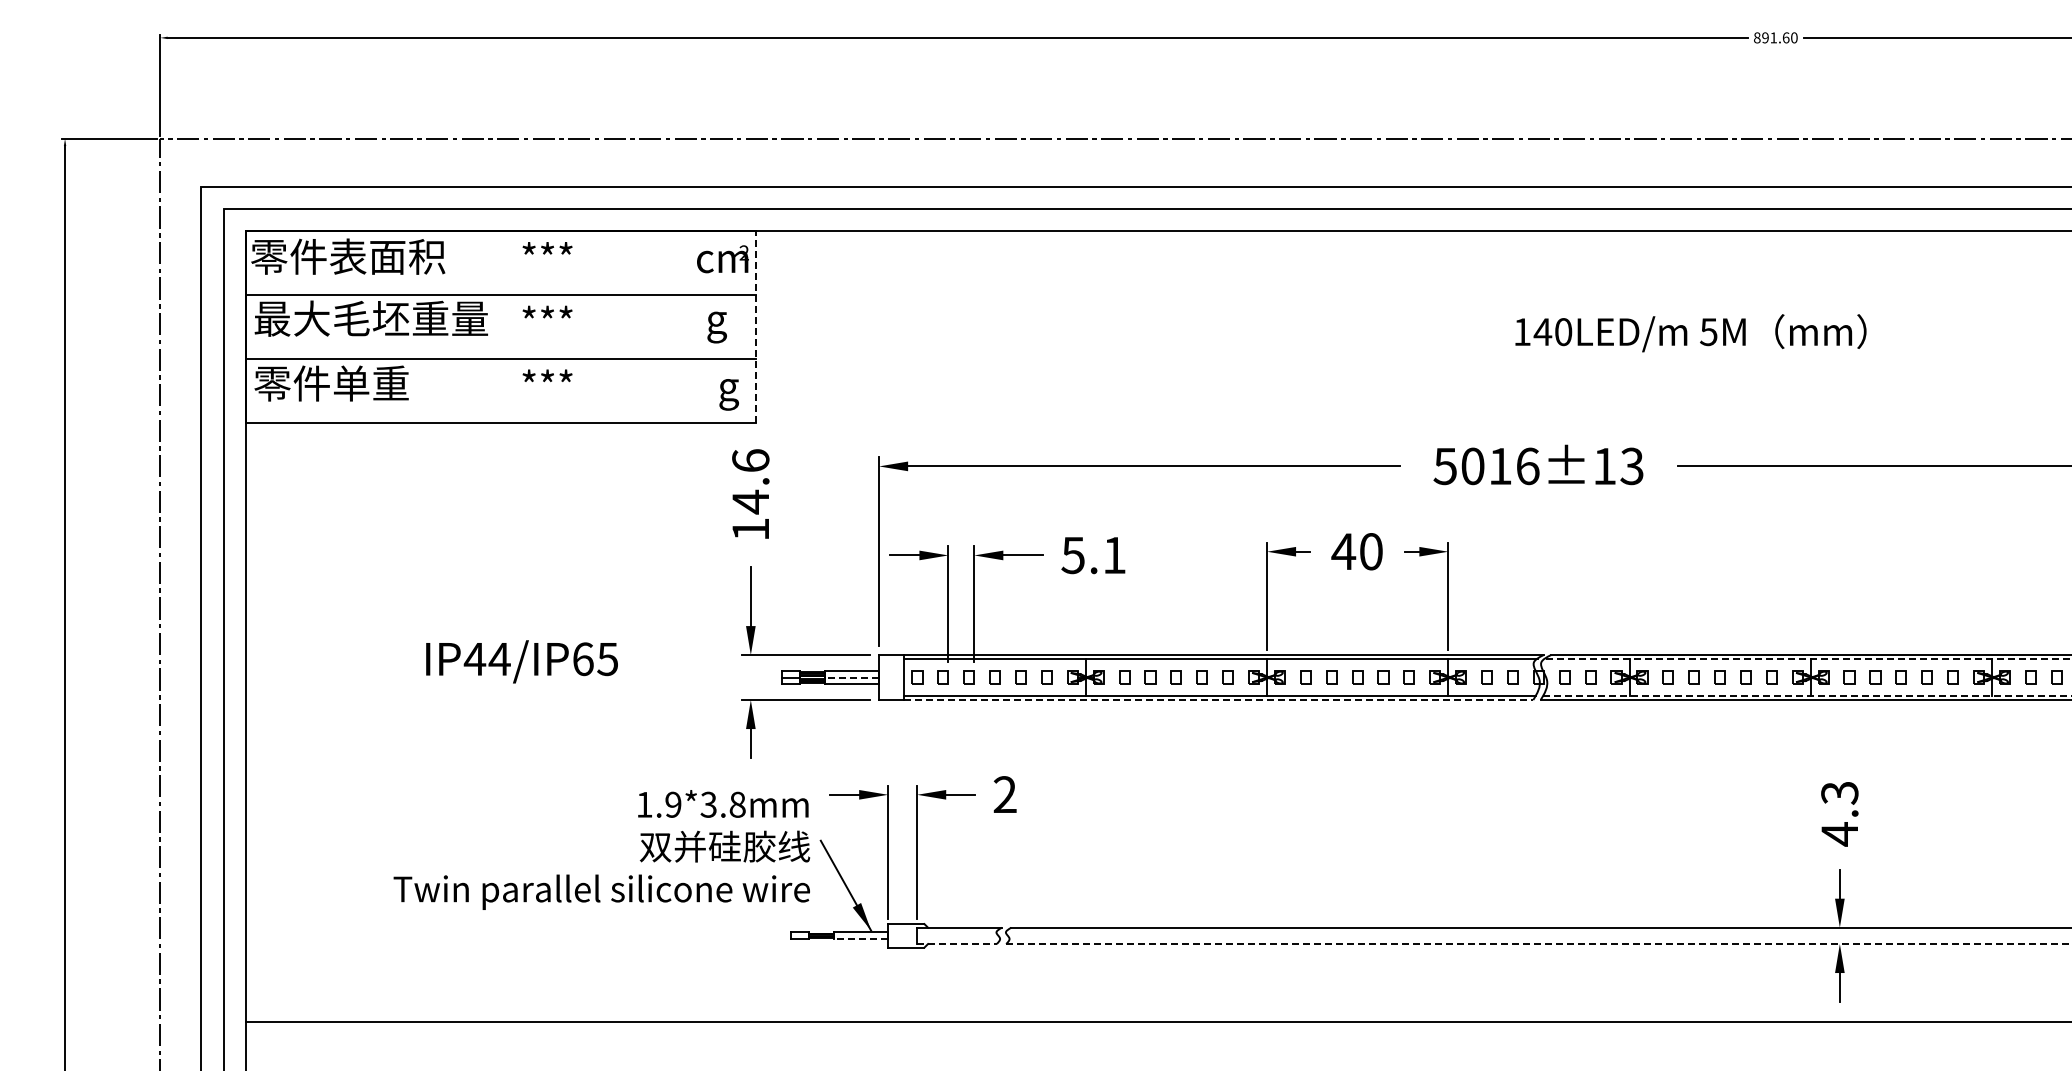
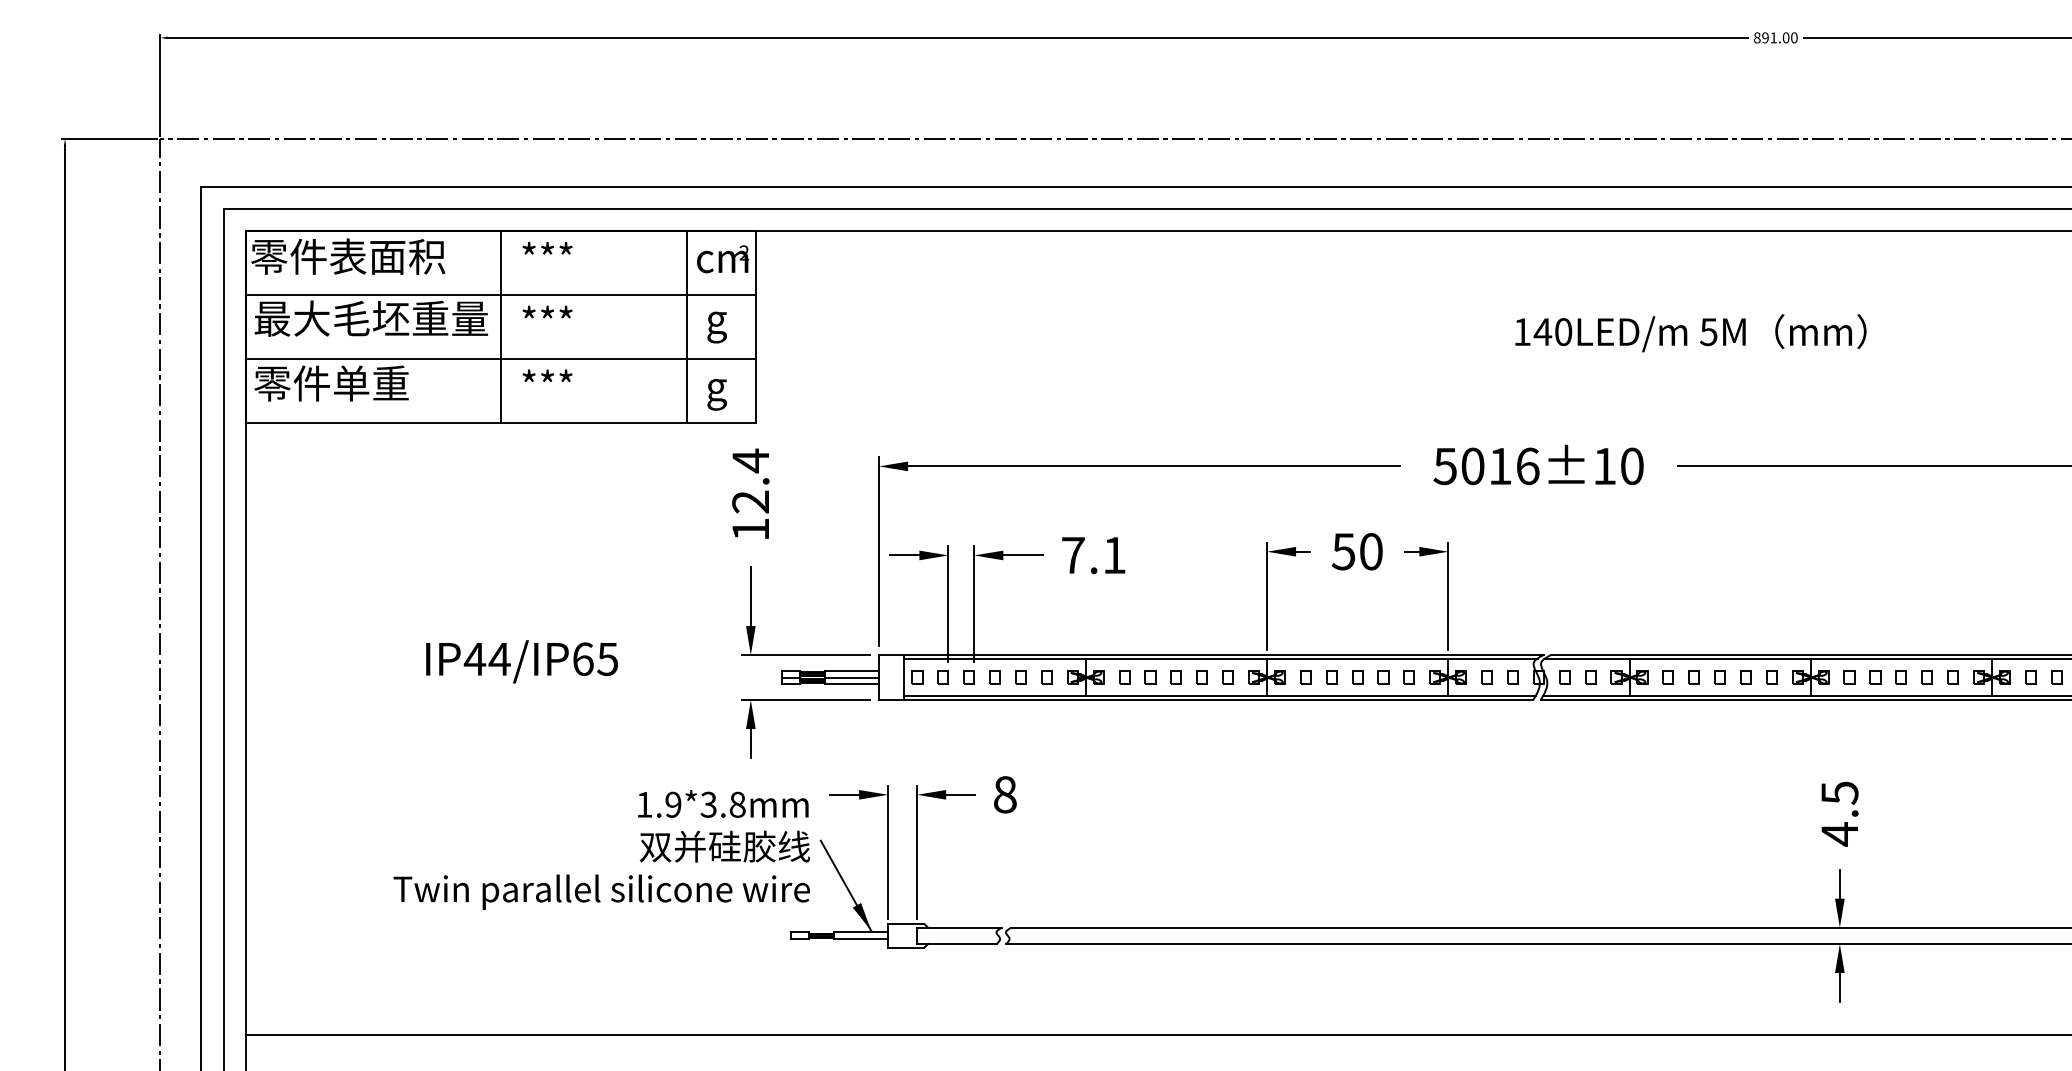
text at (1785, 37): 891.60 -> 891.00
line at (501, 326): none -> present
line at (686, 326): none -> present
line at (755, 327): dashed -> solid
text at (728, 394) position: (728, 394) -> (716, 394)
text at (1631, 466): 5016±13 -> 5016±10
text at (750, 481): 14.6 -> 12.4
text at (1343, 551): 40 -> 50
text at (1072, 555): 5.1 -> 7.1
line at (1808, 659): dashed -> solid
line at (852, 677): dashed -> solid
line at (1808, 695): dashed -> solid
line at (1219, 700): dashed -> solid
text at (1839, 792): 4.3 -> 4.5
text at (1004, 794): 2 -> 8
line at (861, 939): dashed -> solid
line at (956, 944): dashed -> solid
line at (1539, 944): dashed -> solid
line at (1156, 1022) position: (1156, 1022) -> (1156, 1035)
